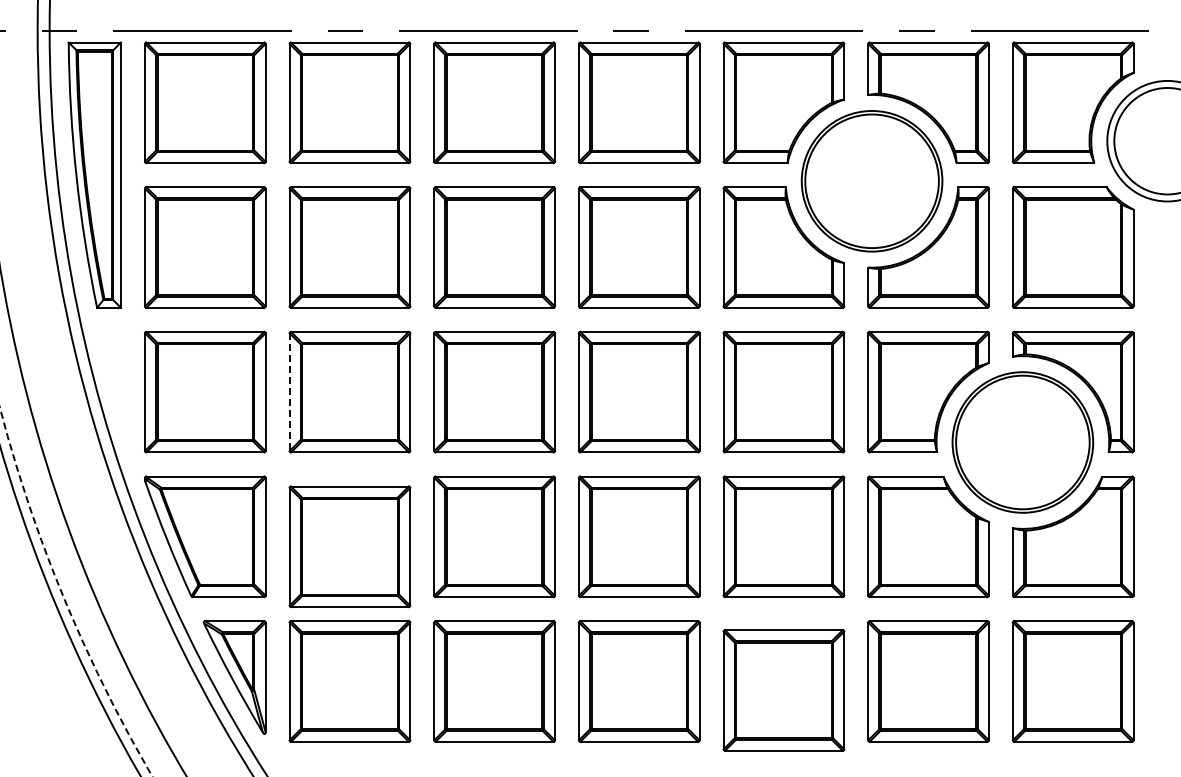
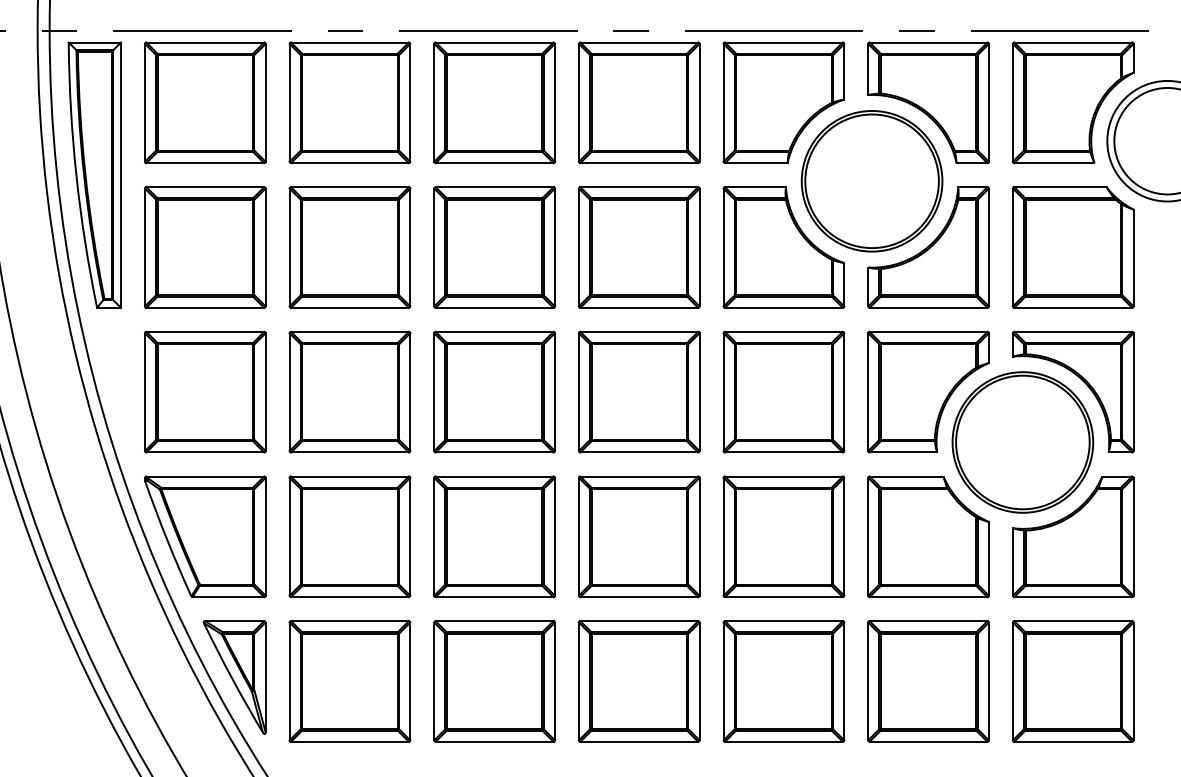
line at (289, 392): dashed -> solid
part at (349, 546) position: (349, 546) -> (349, 536)
circle at (76, 592): dashed -> solid
part at (783, 690) position: (783, 690) -> (783, 681)
